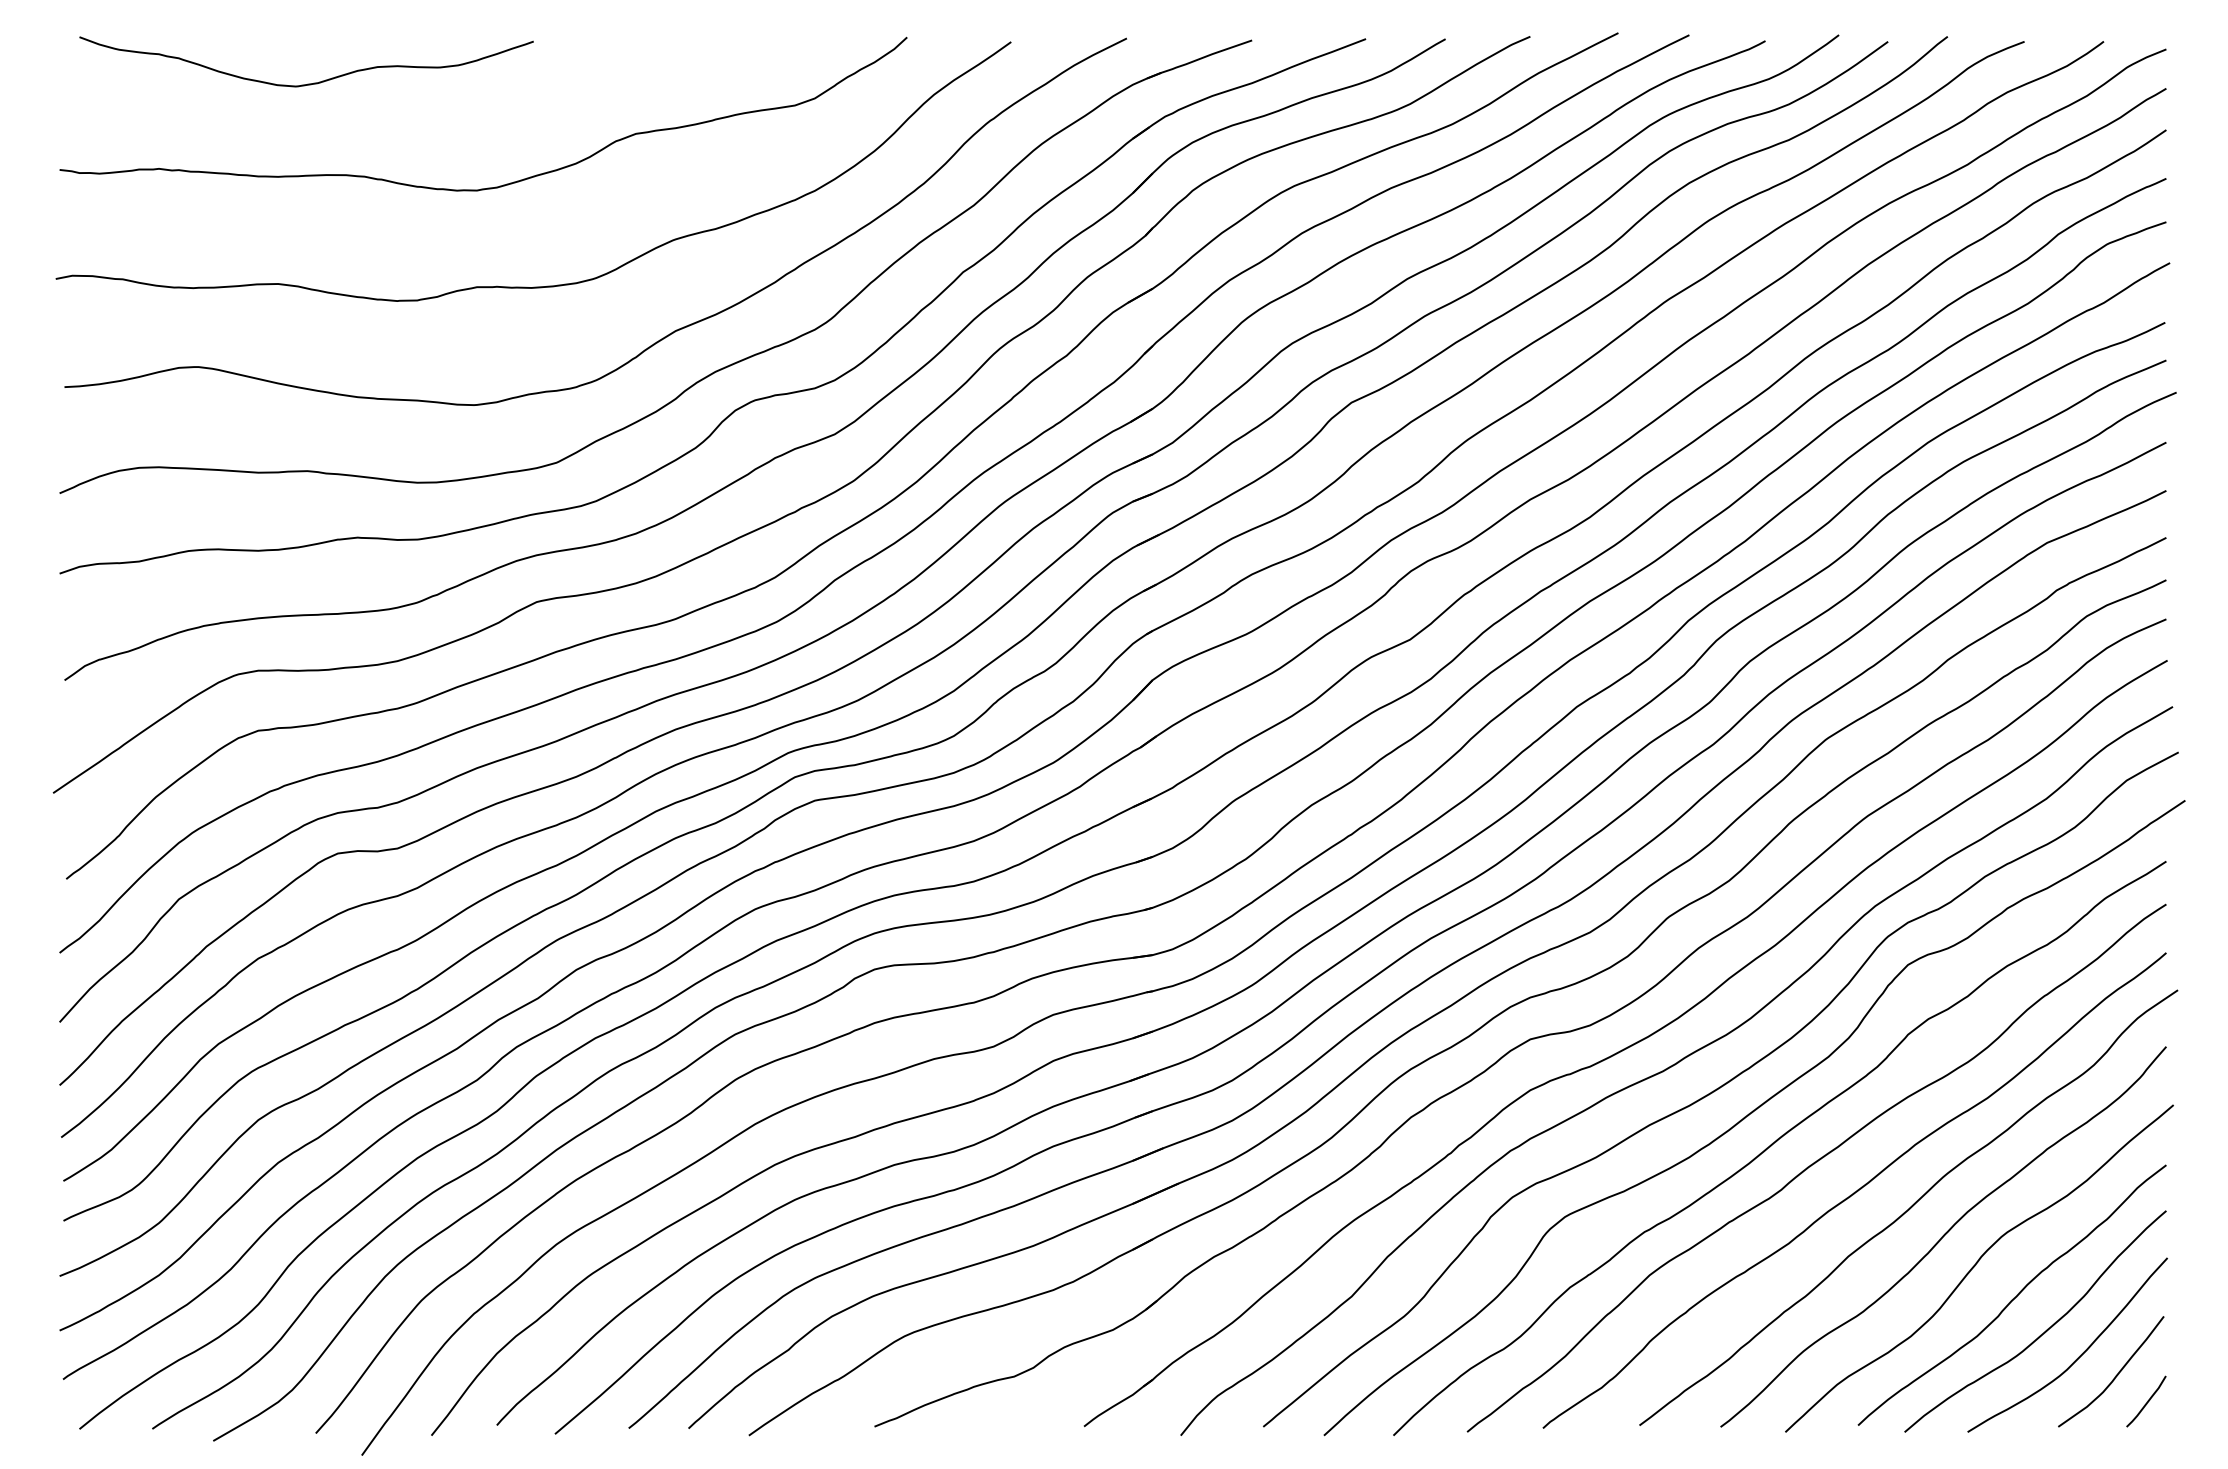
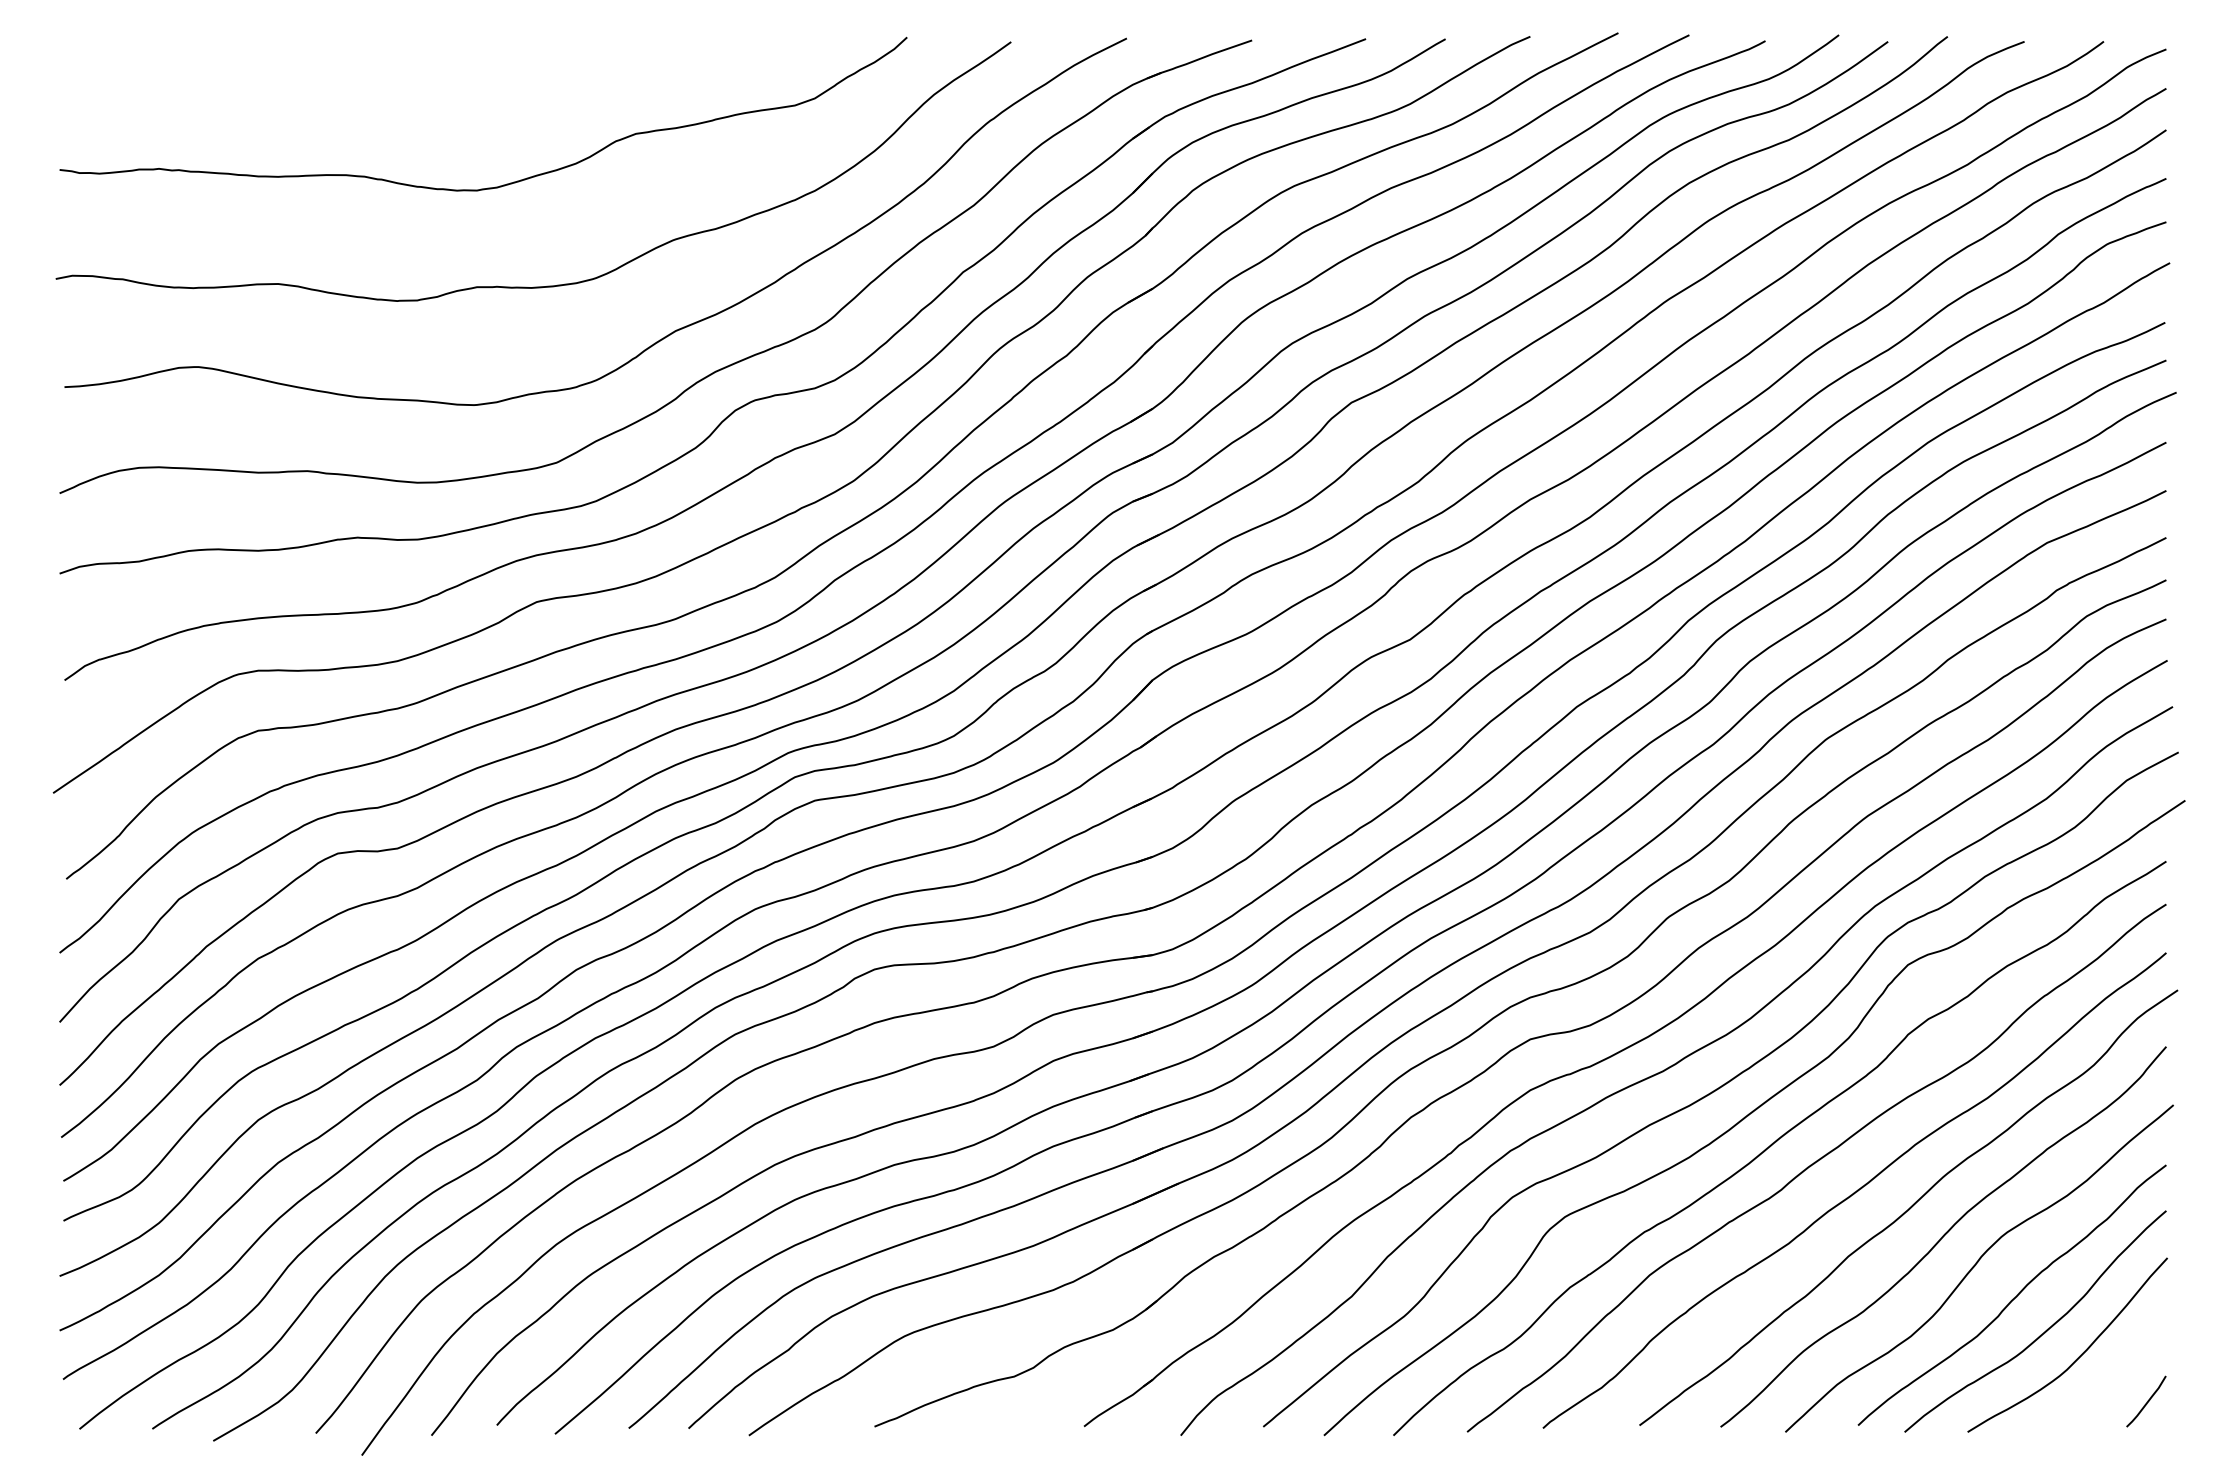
curve at (307, 83): present -> none
curve at (2115, 1375): present -> none
